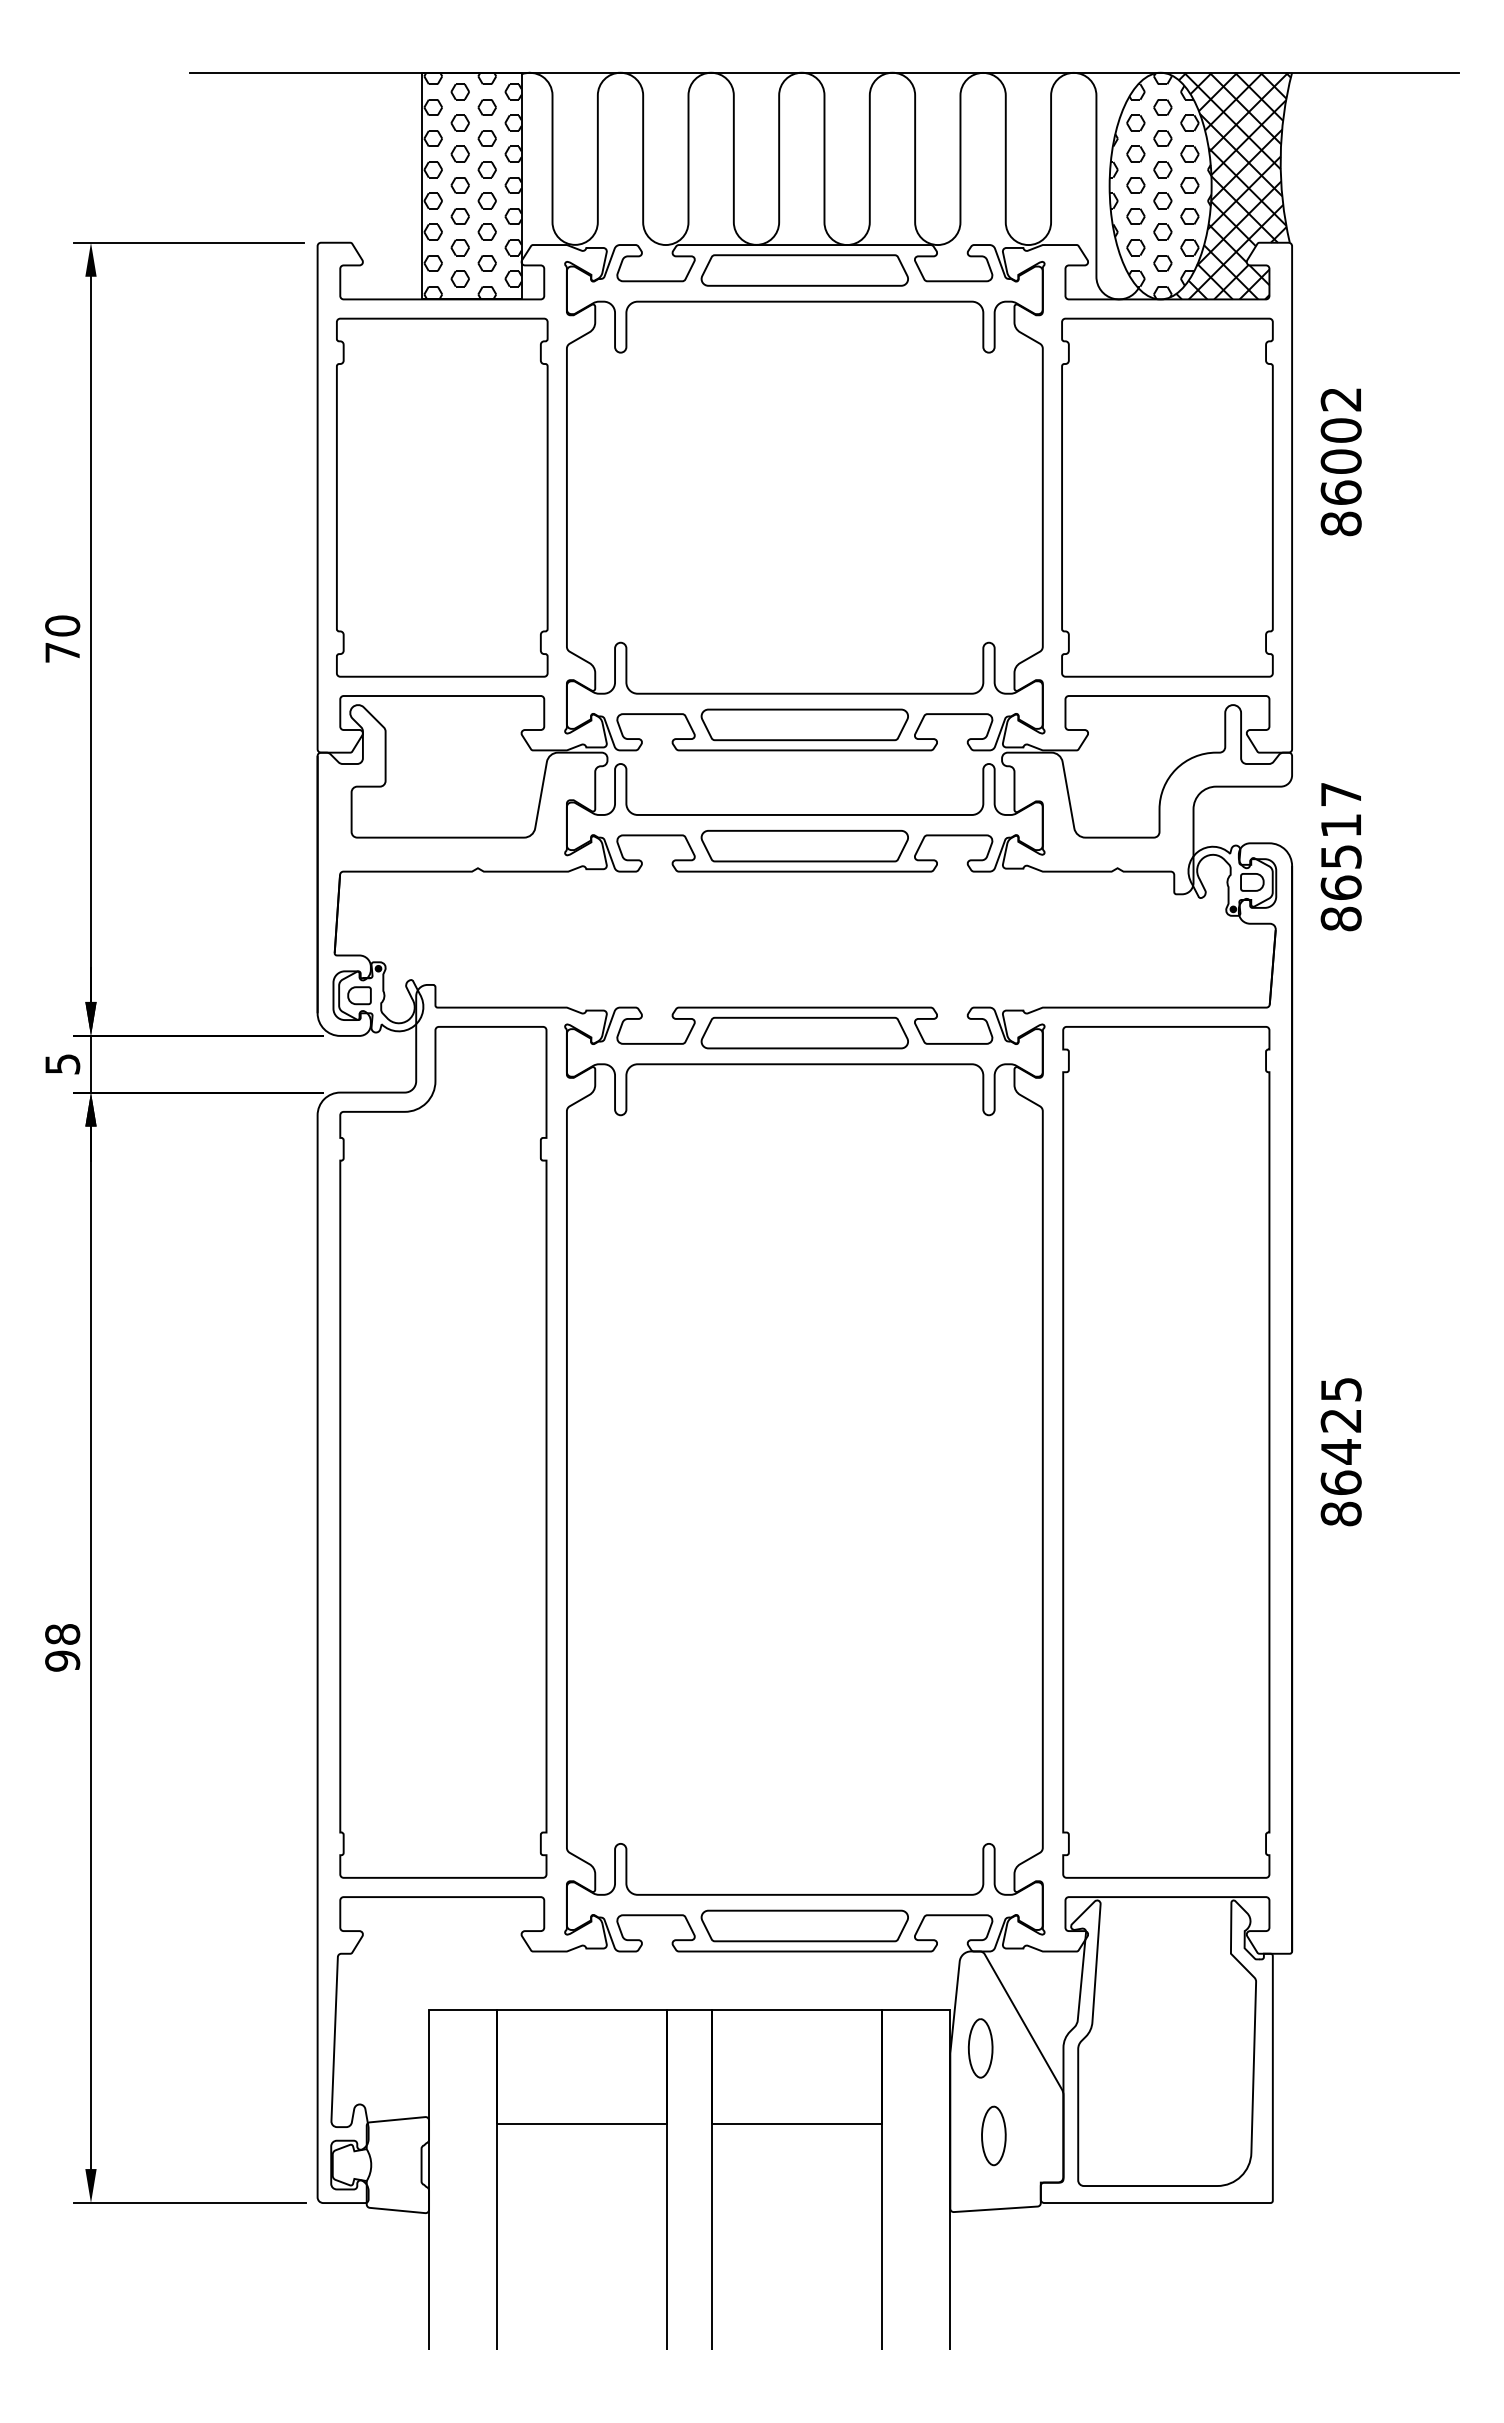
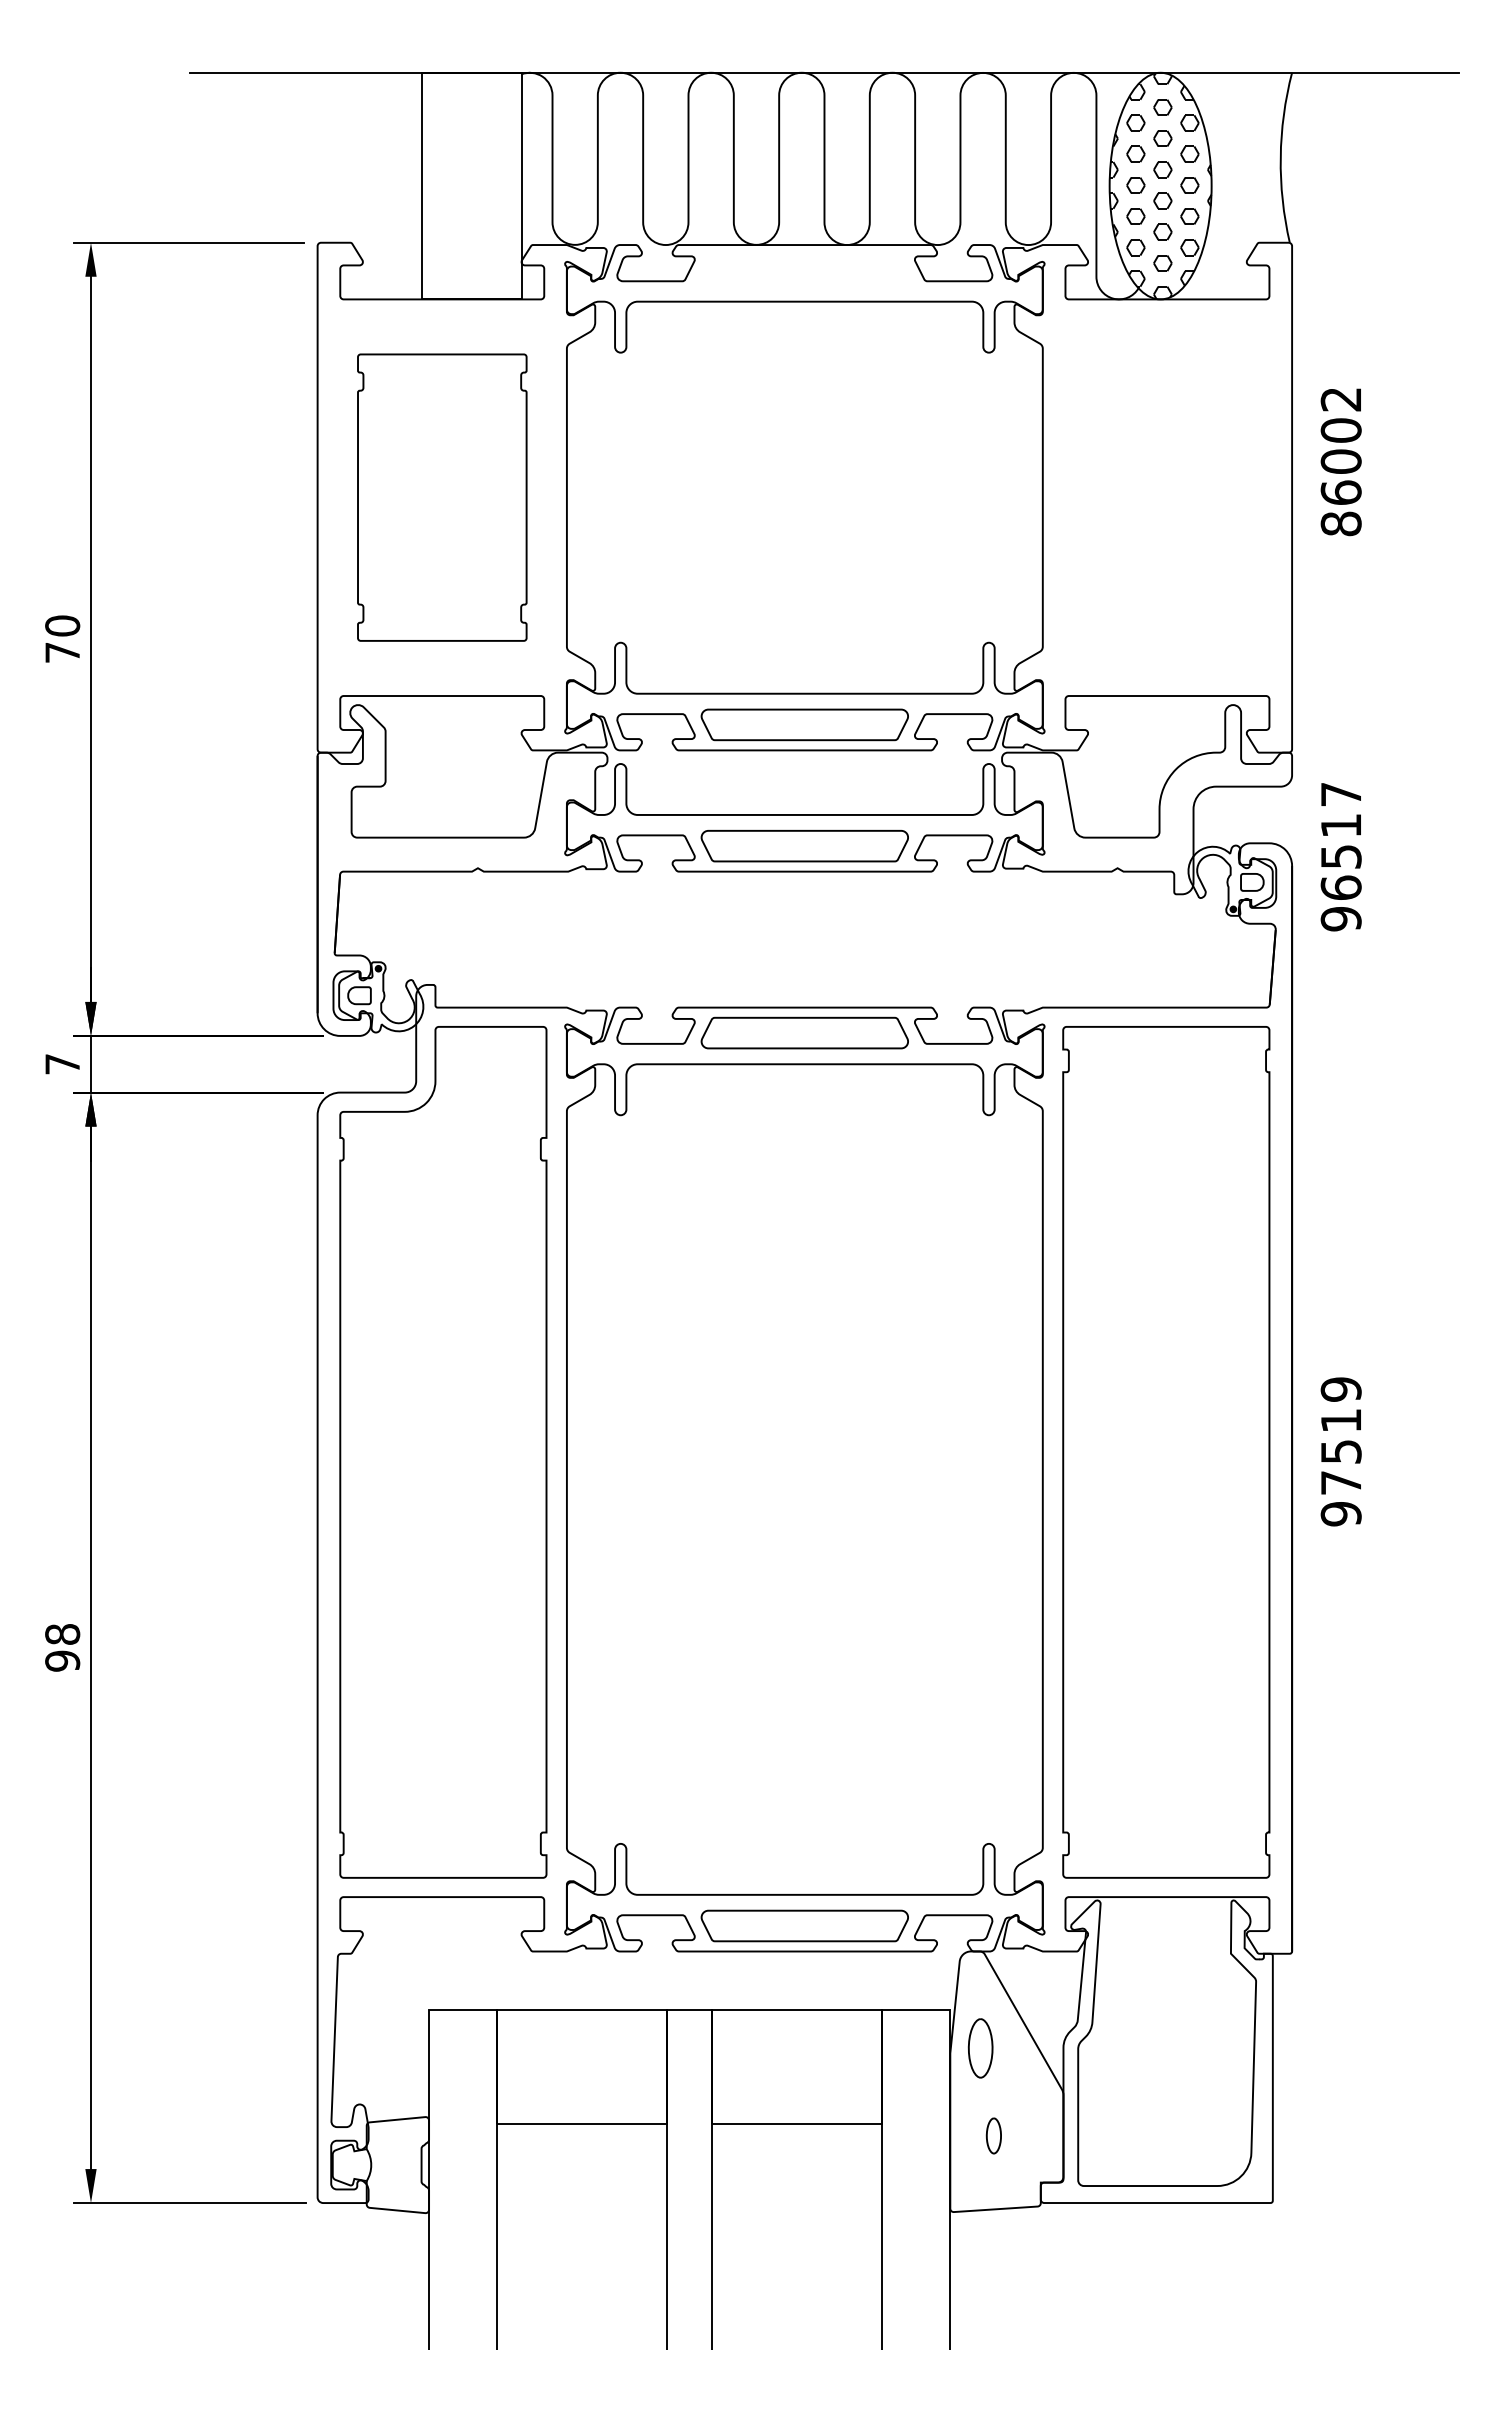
hatch at (472, 185): present -> none
hatch at (1225, 185): present -> none
curve at (804, 256): present -> none
part at (442, 497) size: 213x361 px -> 171x289 px
part at (1167, 497): present -> none
text at (1340, 918): 86517 -> 96517
text at (62, 1064): 5 -> 7
text at (1340, 1451): 86425 -> 97519
part at (993, 2135) size: 26x62 px -> 17x38 px
